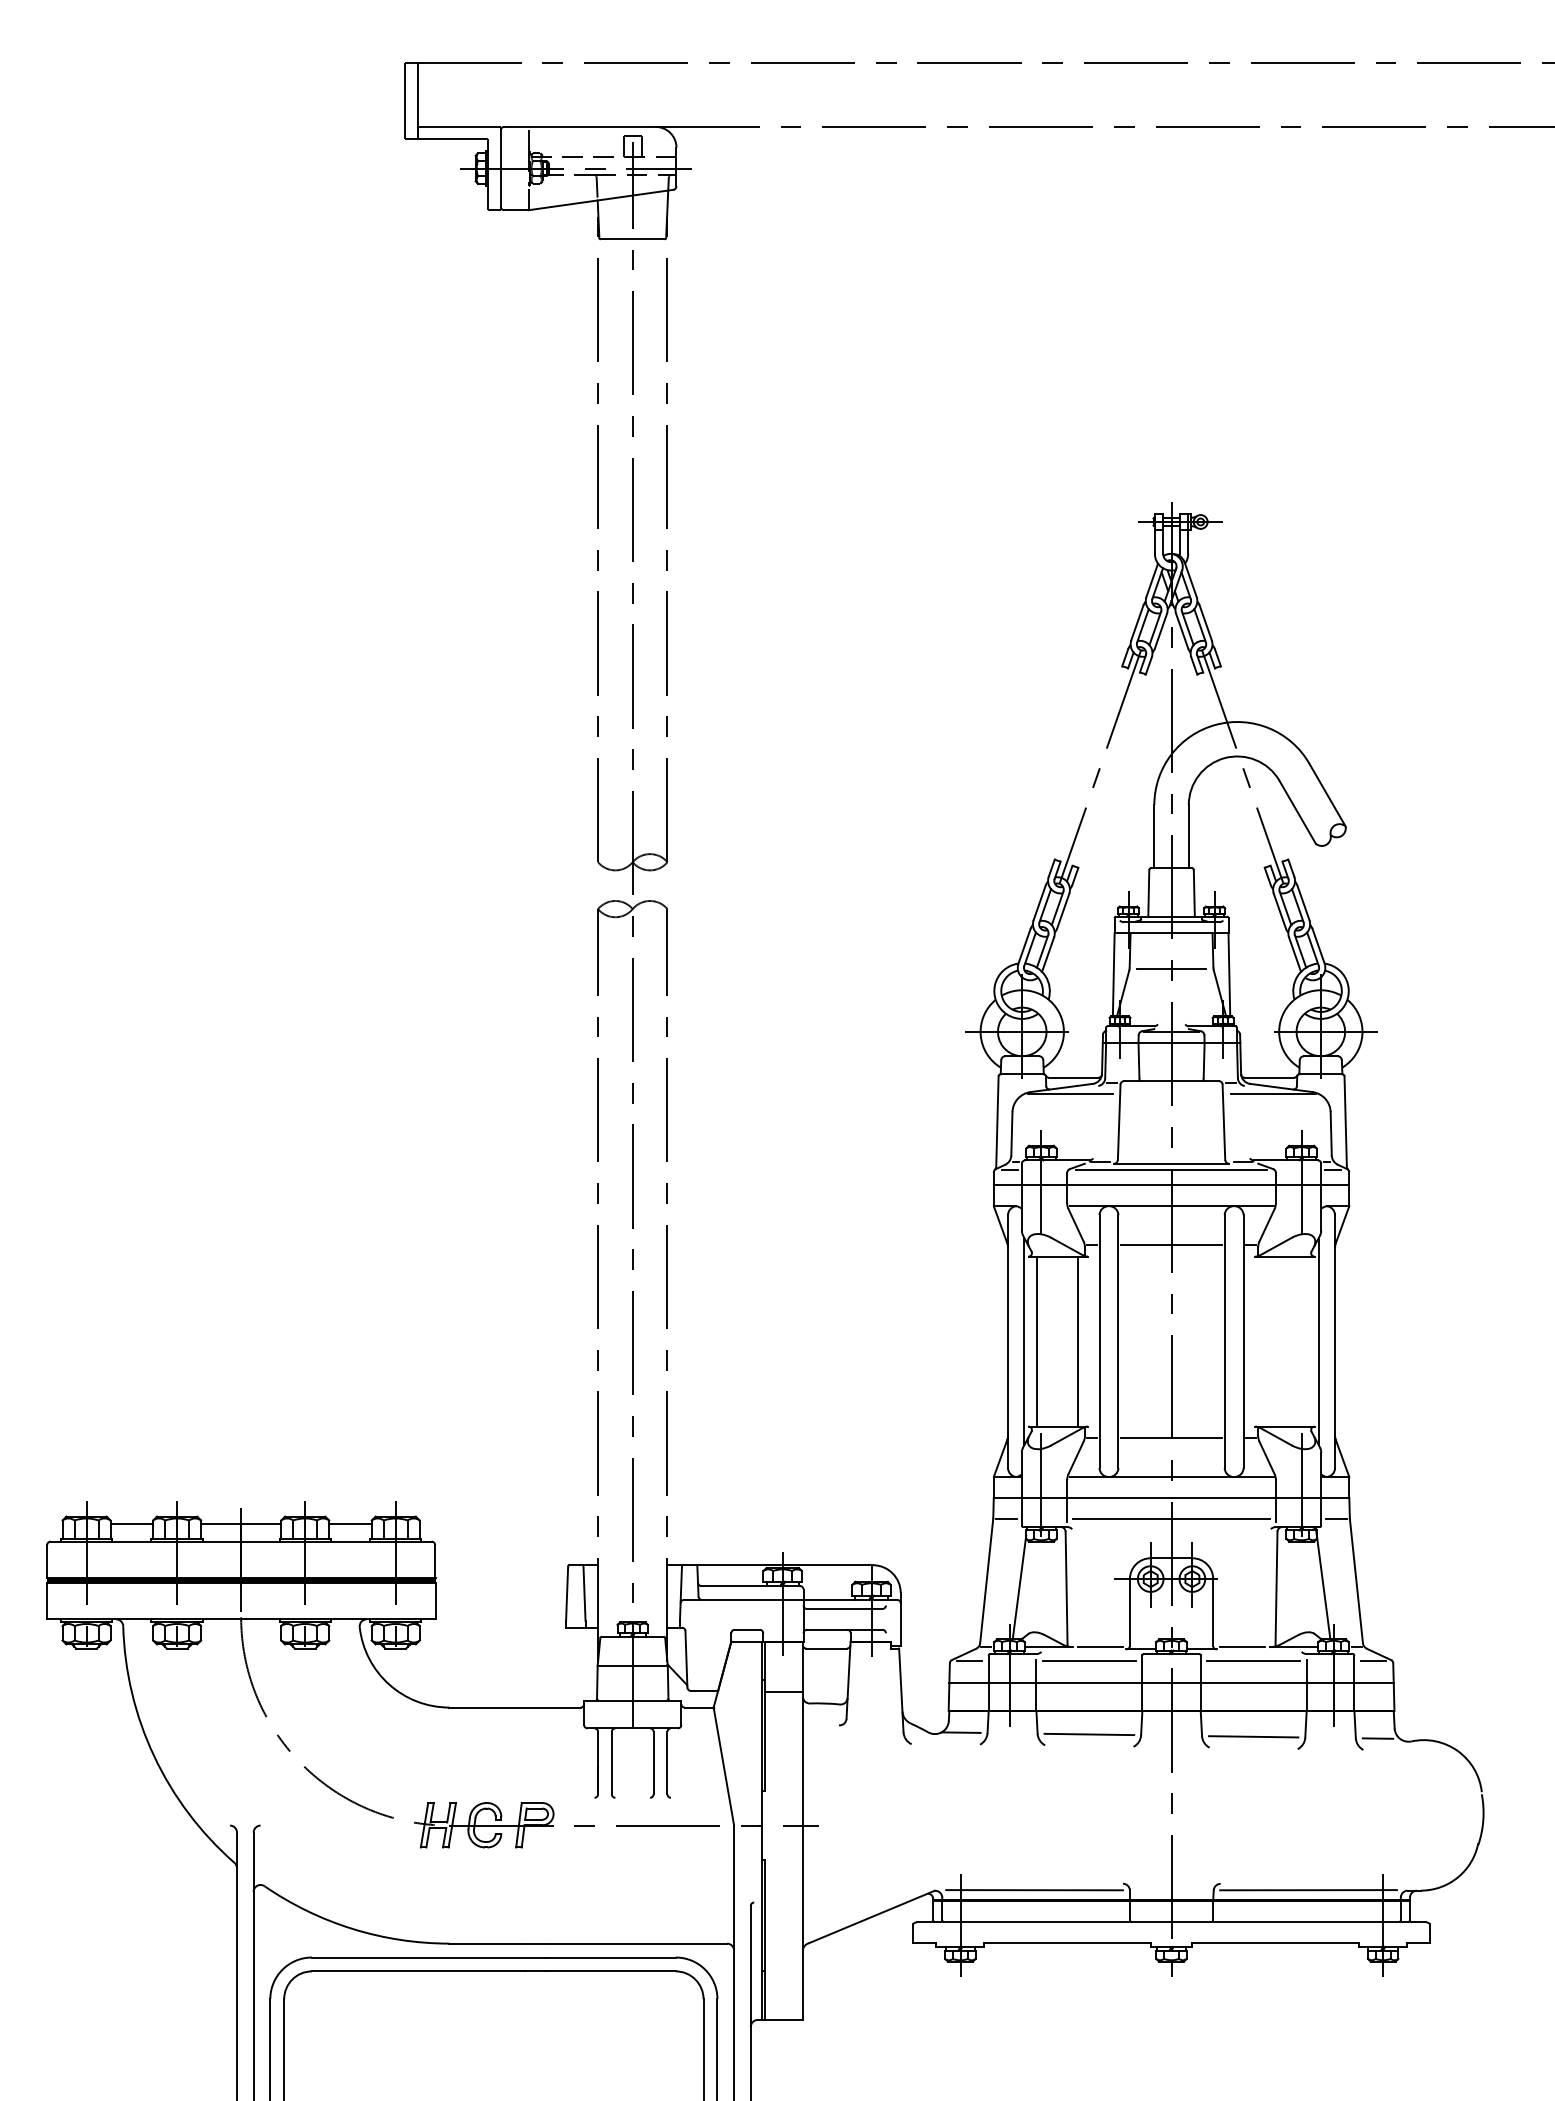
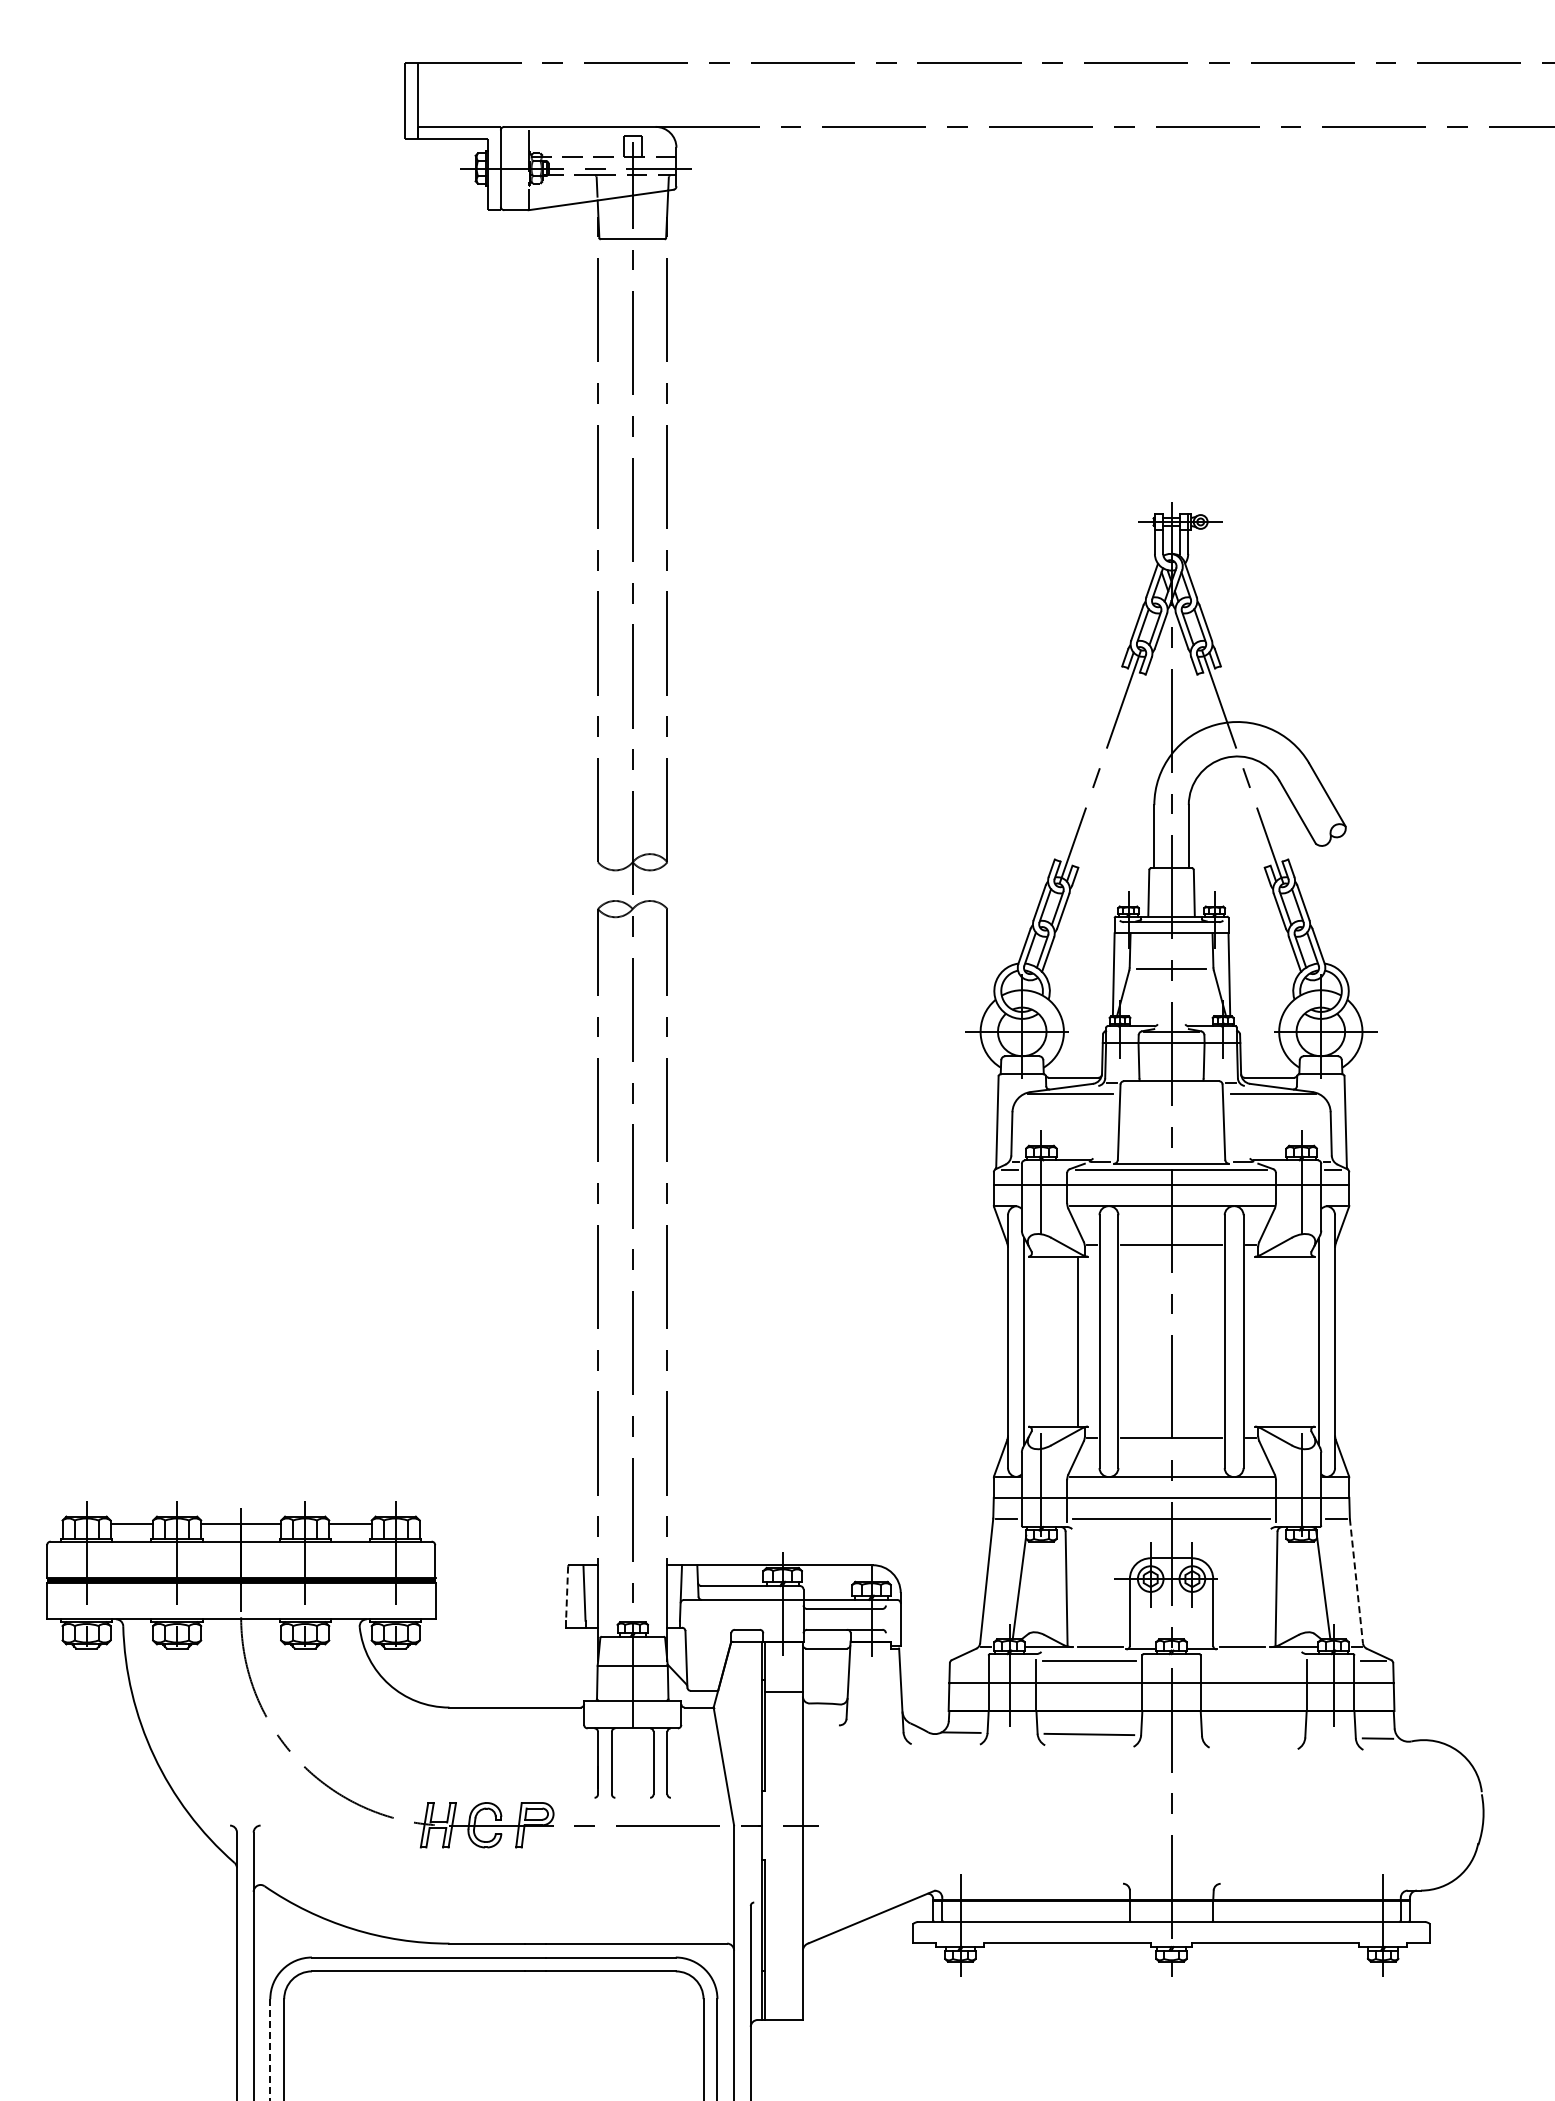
line at (1037, 1341): present -> none
line at (1356, 1580): solid -> dashed
line at (567, 1594): solid -> dashed
line at (969, 1661): present -> none
line at (1253, 1661): present -> none
line at (1253, 1736): present -> none
line at (1034, 1890): present -> none
line at (1308, 1890): present -> none
line at (270, 2050): solid -> dashed
